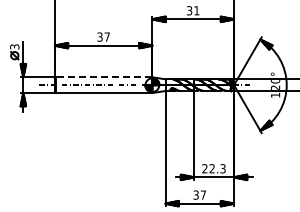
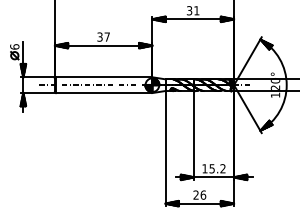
text at (14, 46): 3 -> 6
line at (103, 77): dashed -> solid
text at (213, 168): 22.3 -> 15.2
text at (199, 194): 37 -> 26
